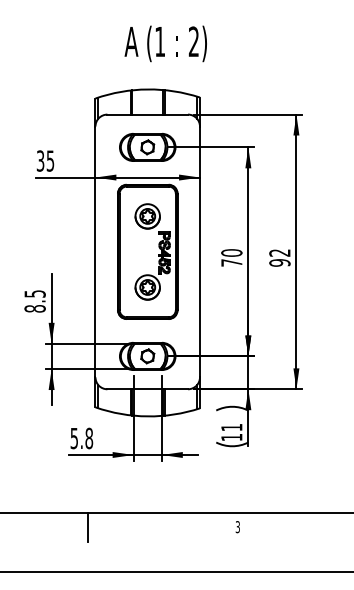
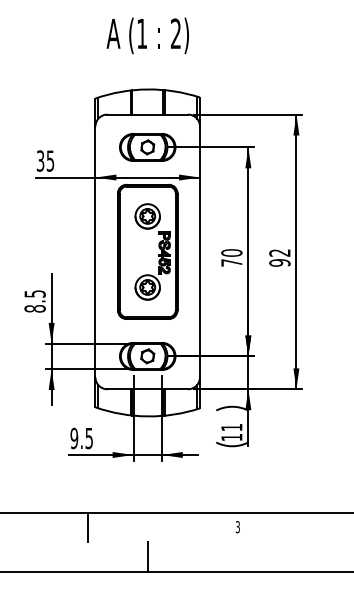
text at (165, 43) position: (165, 43) -> (147, 35)
text at (81, 438): 5.8 -> 9.5
line at (148, 557): none -> present
